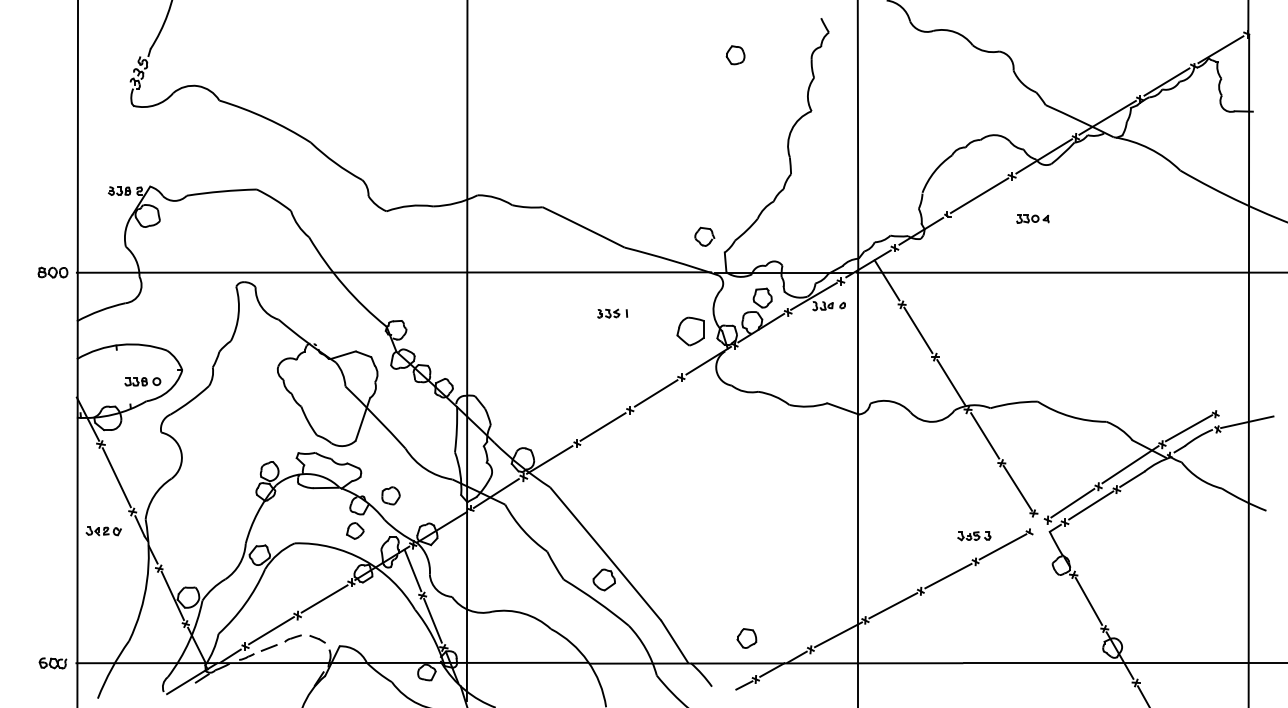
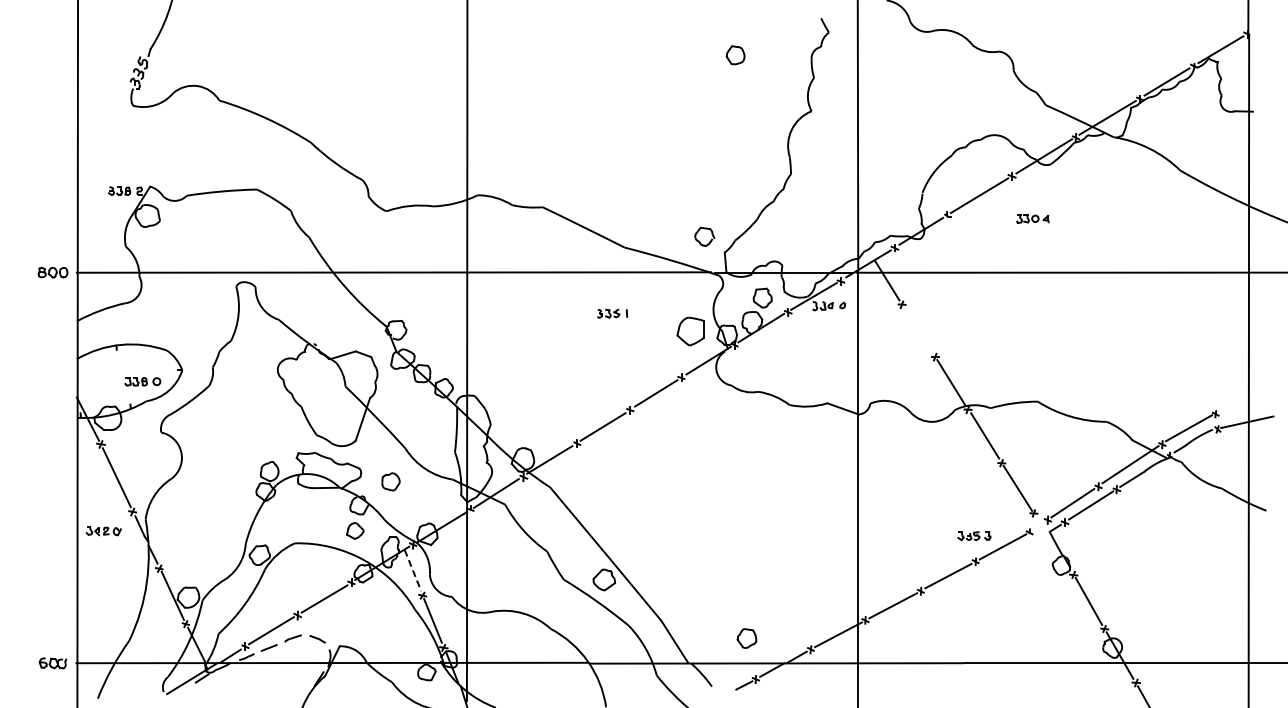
line at (918, 330): present -> none
part at (390, 495) position: (390, 495) -> (390, 481)
line at (413, 571): solid -> dashed
